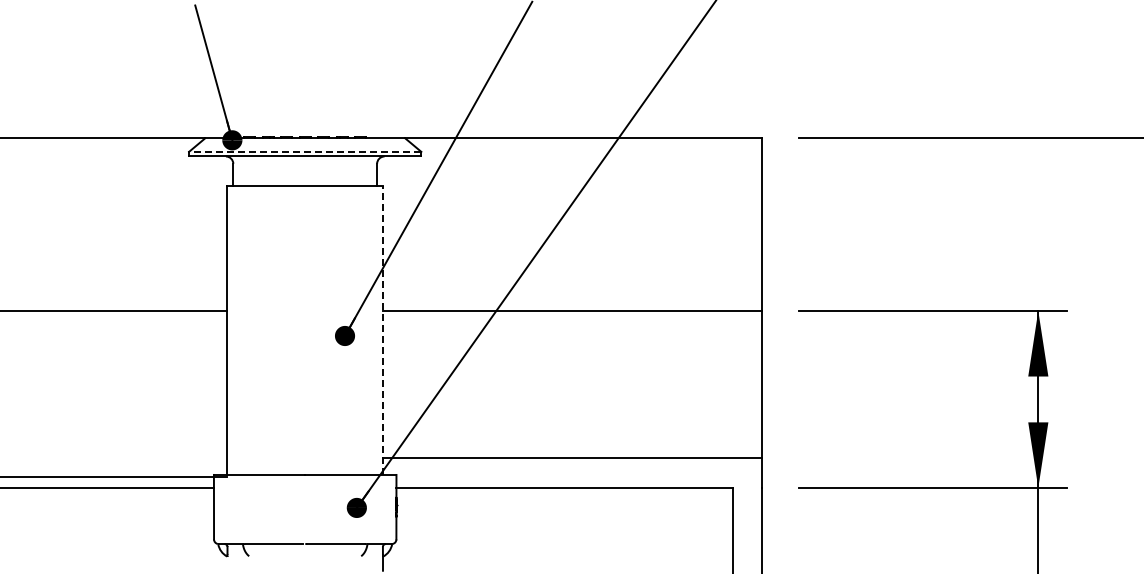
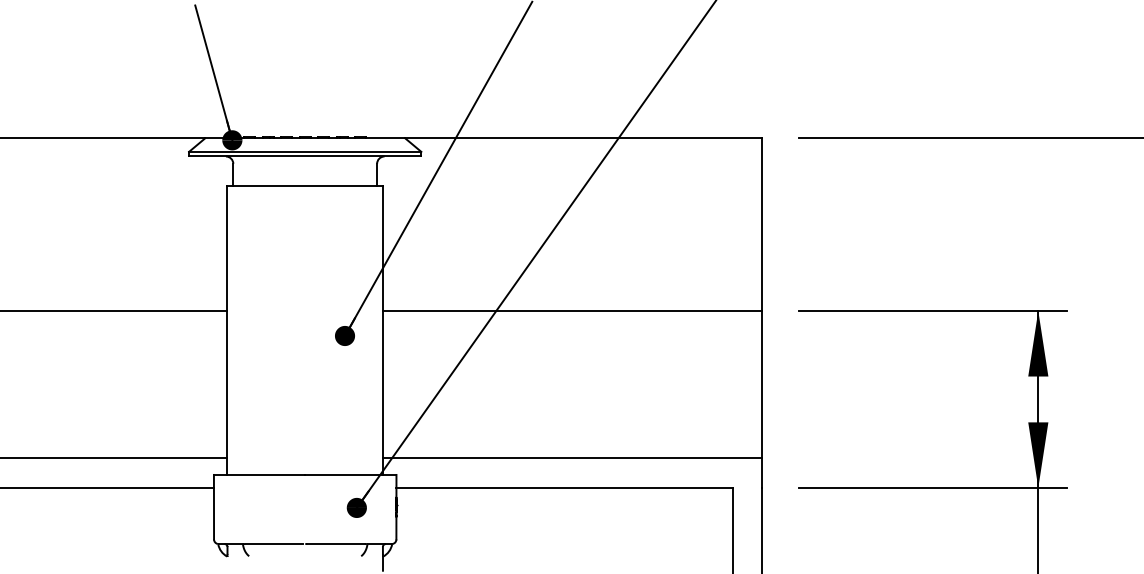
line at (304, 151): dashed -> solid
line at (383, 329): dashed -> solid
line at (114, 477) position: (114, 477) -> (114, 458)
